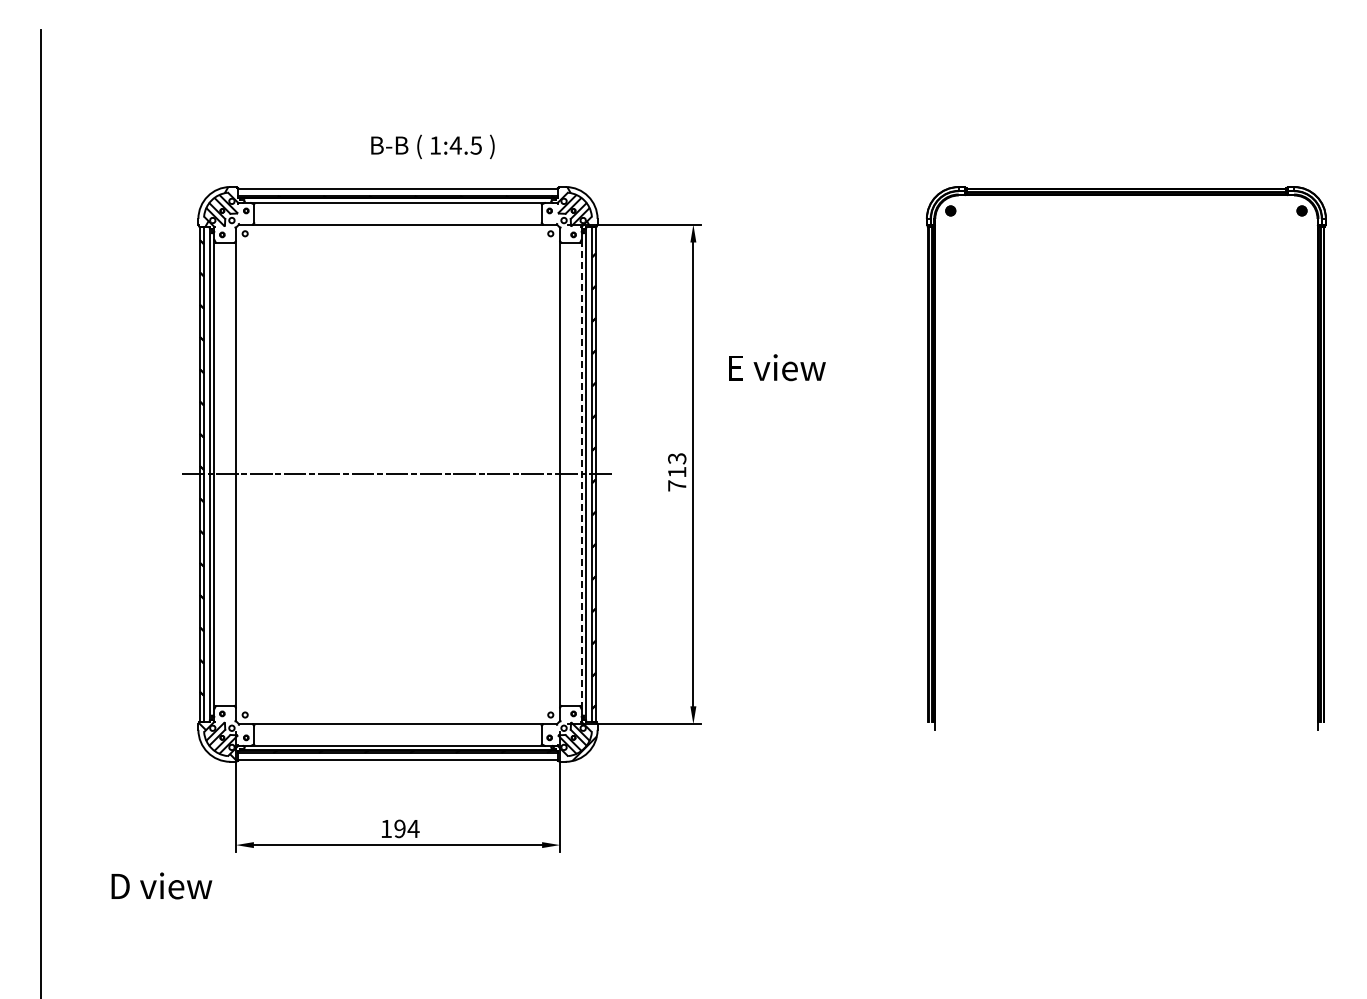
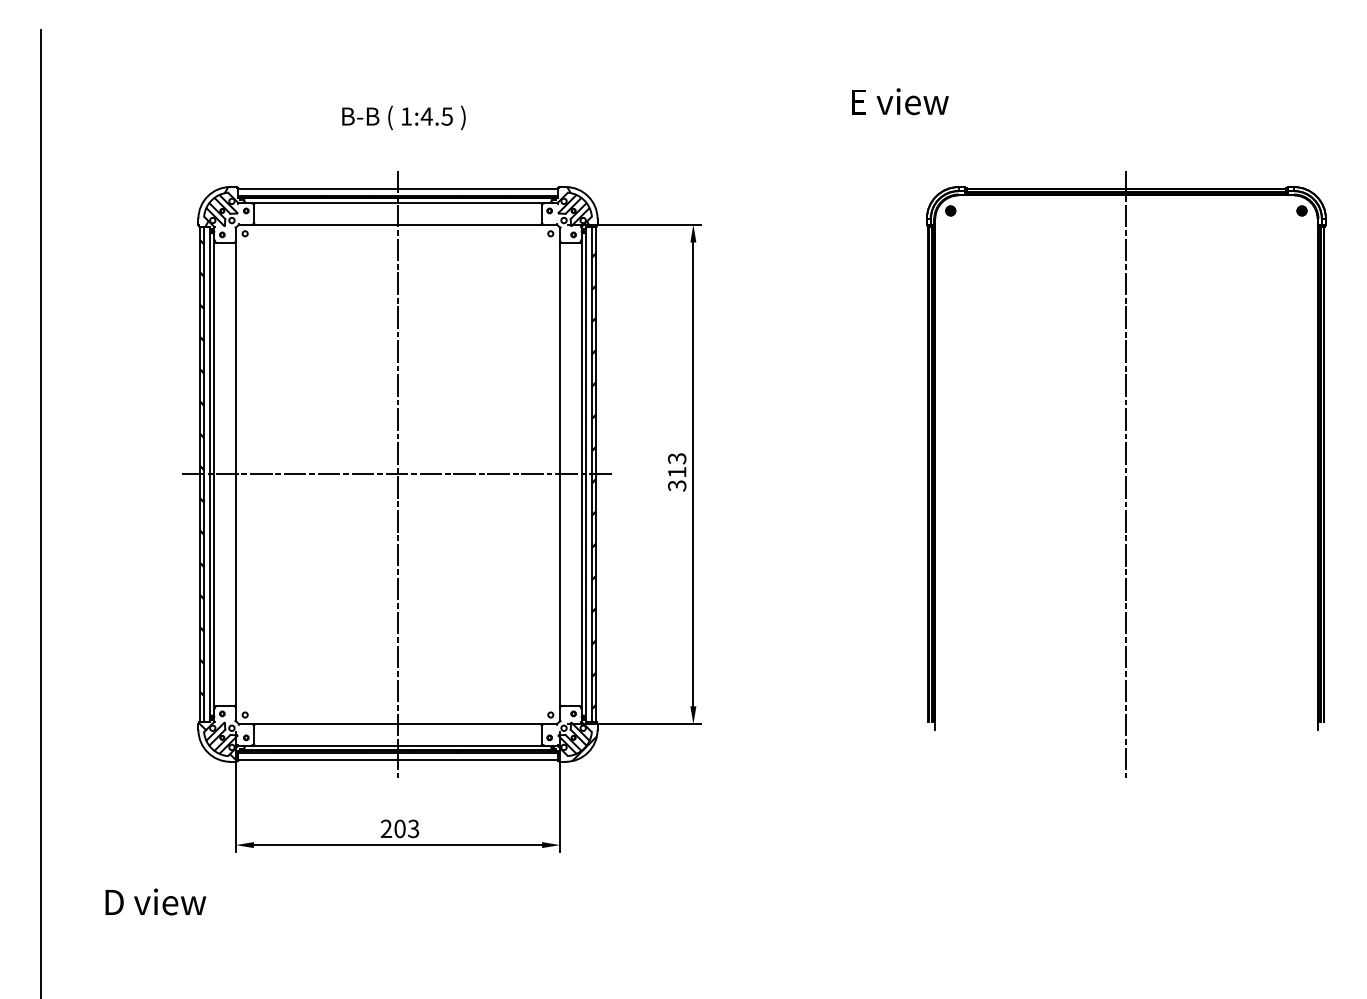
text at (432, 146) position: (432, 146) -> (403, 117)
text at (777, 367) position: (777, 367) -> (900, 101)
line at (398, 474): none -> present
line at (581, 474): dashed -> solid
line at (1126, 474): none -> present
text at (677, 485): 713 -> 313
text at (399, 828): 194 -> 203
text at (161, 885) position: (161, 885) -> (155, 901)
